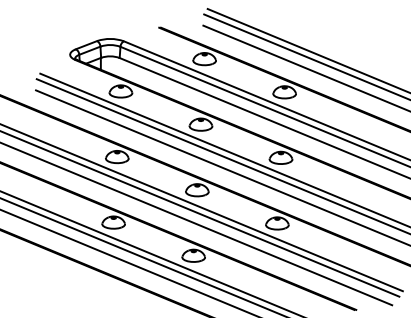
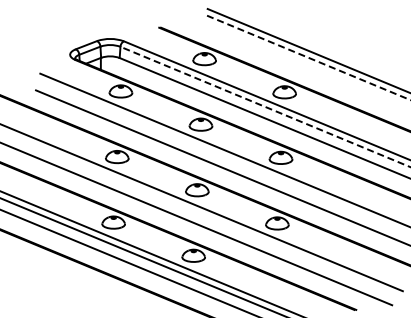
line at (307, 57): solid -> dashed
line at (305, 67): present -> none
line at (265, 106): solid -> dashed
line at (221, 155): present -> none
line at (200, 213): present -> none
